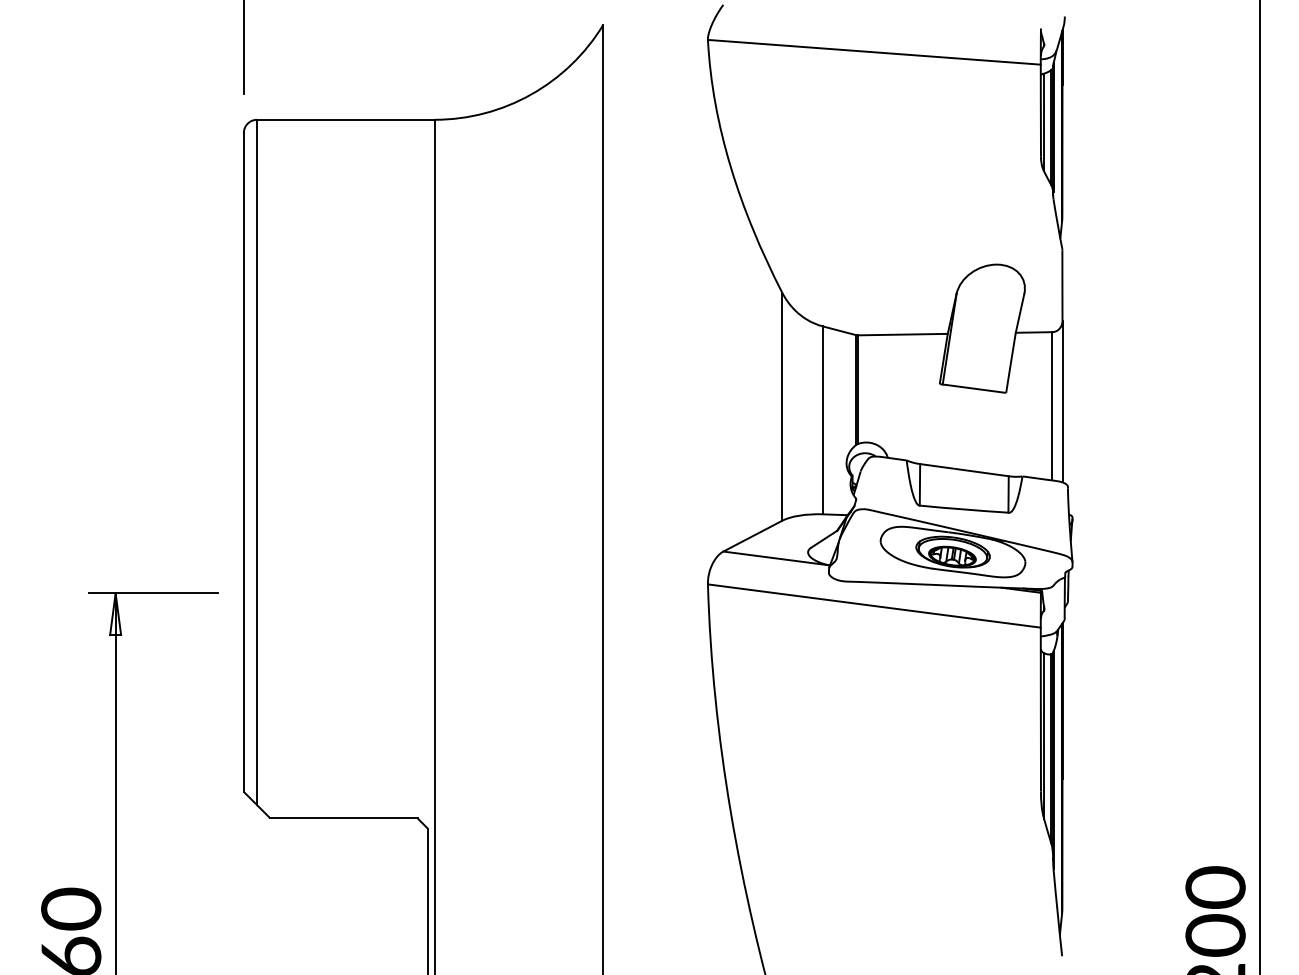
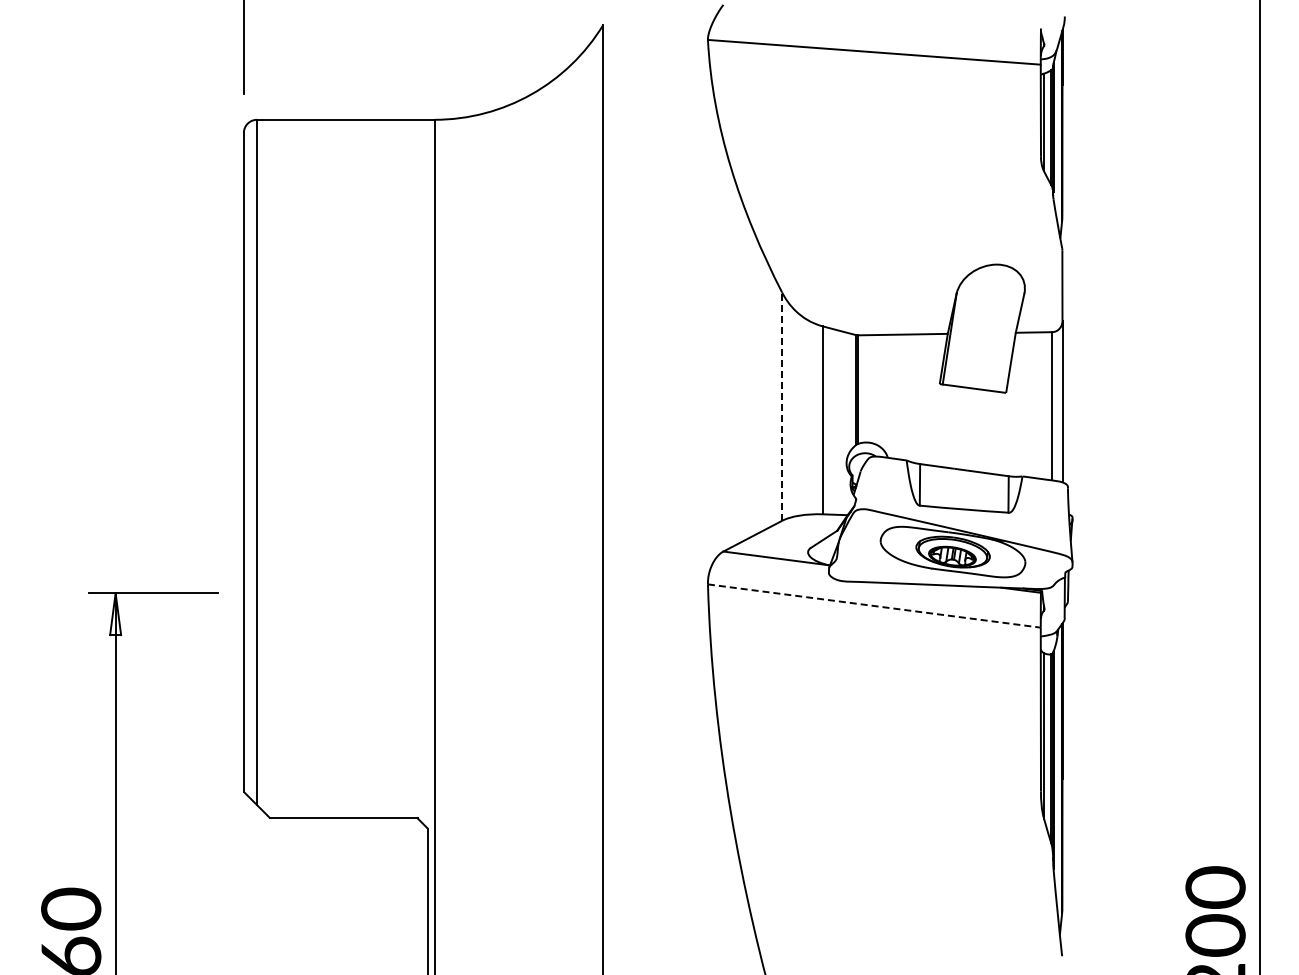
line at (782, 406): solid -> dashed
line at (874, 606): solid -> dashed
